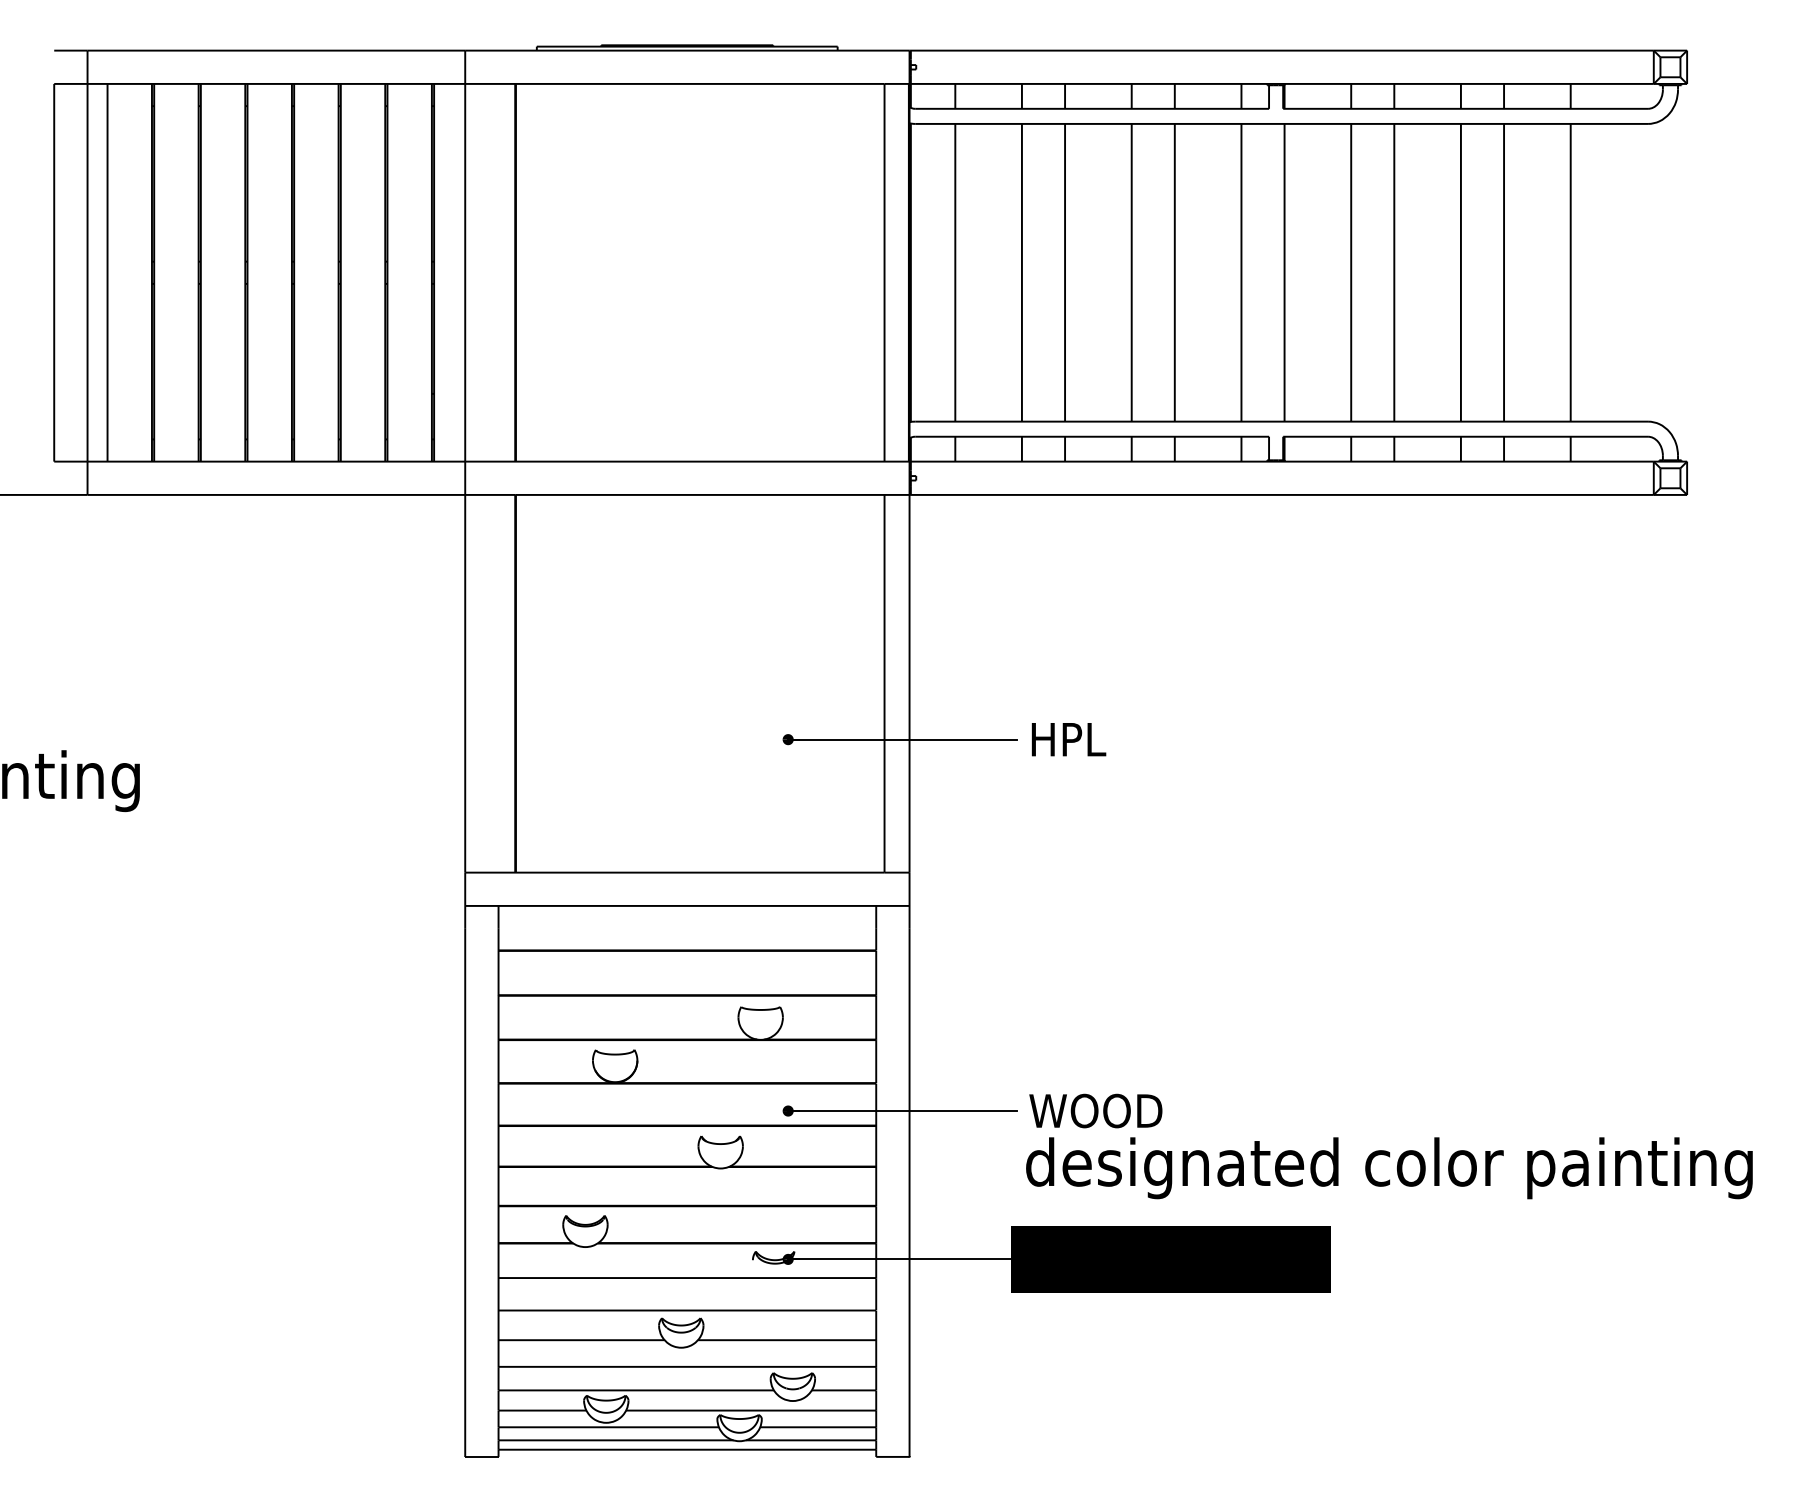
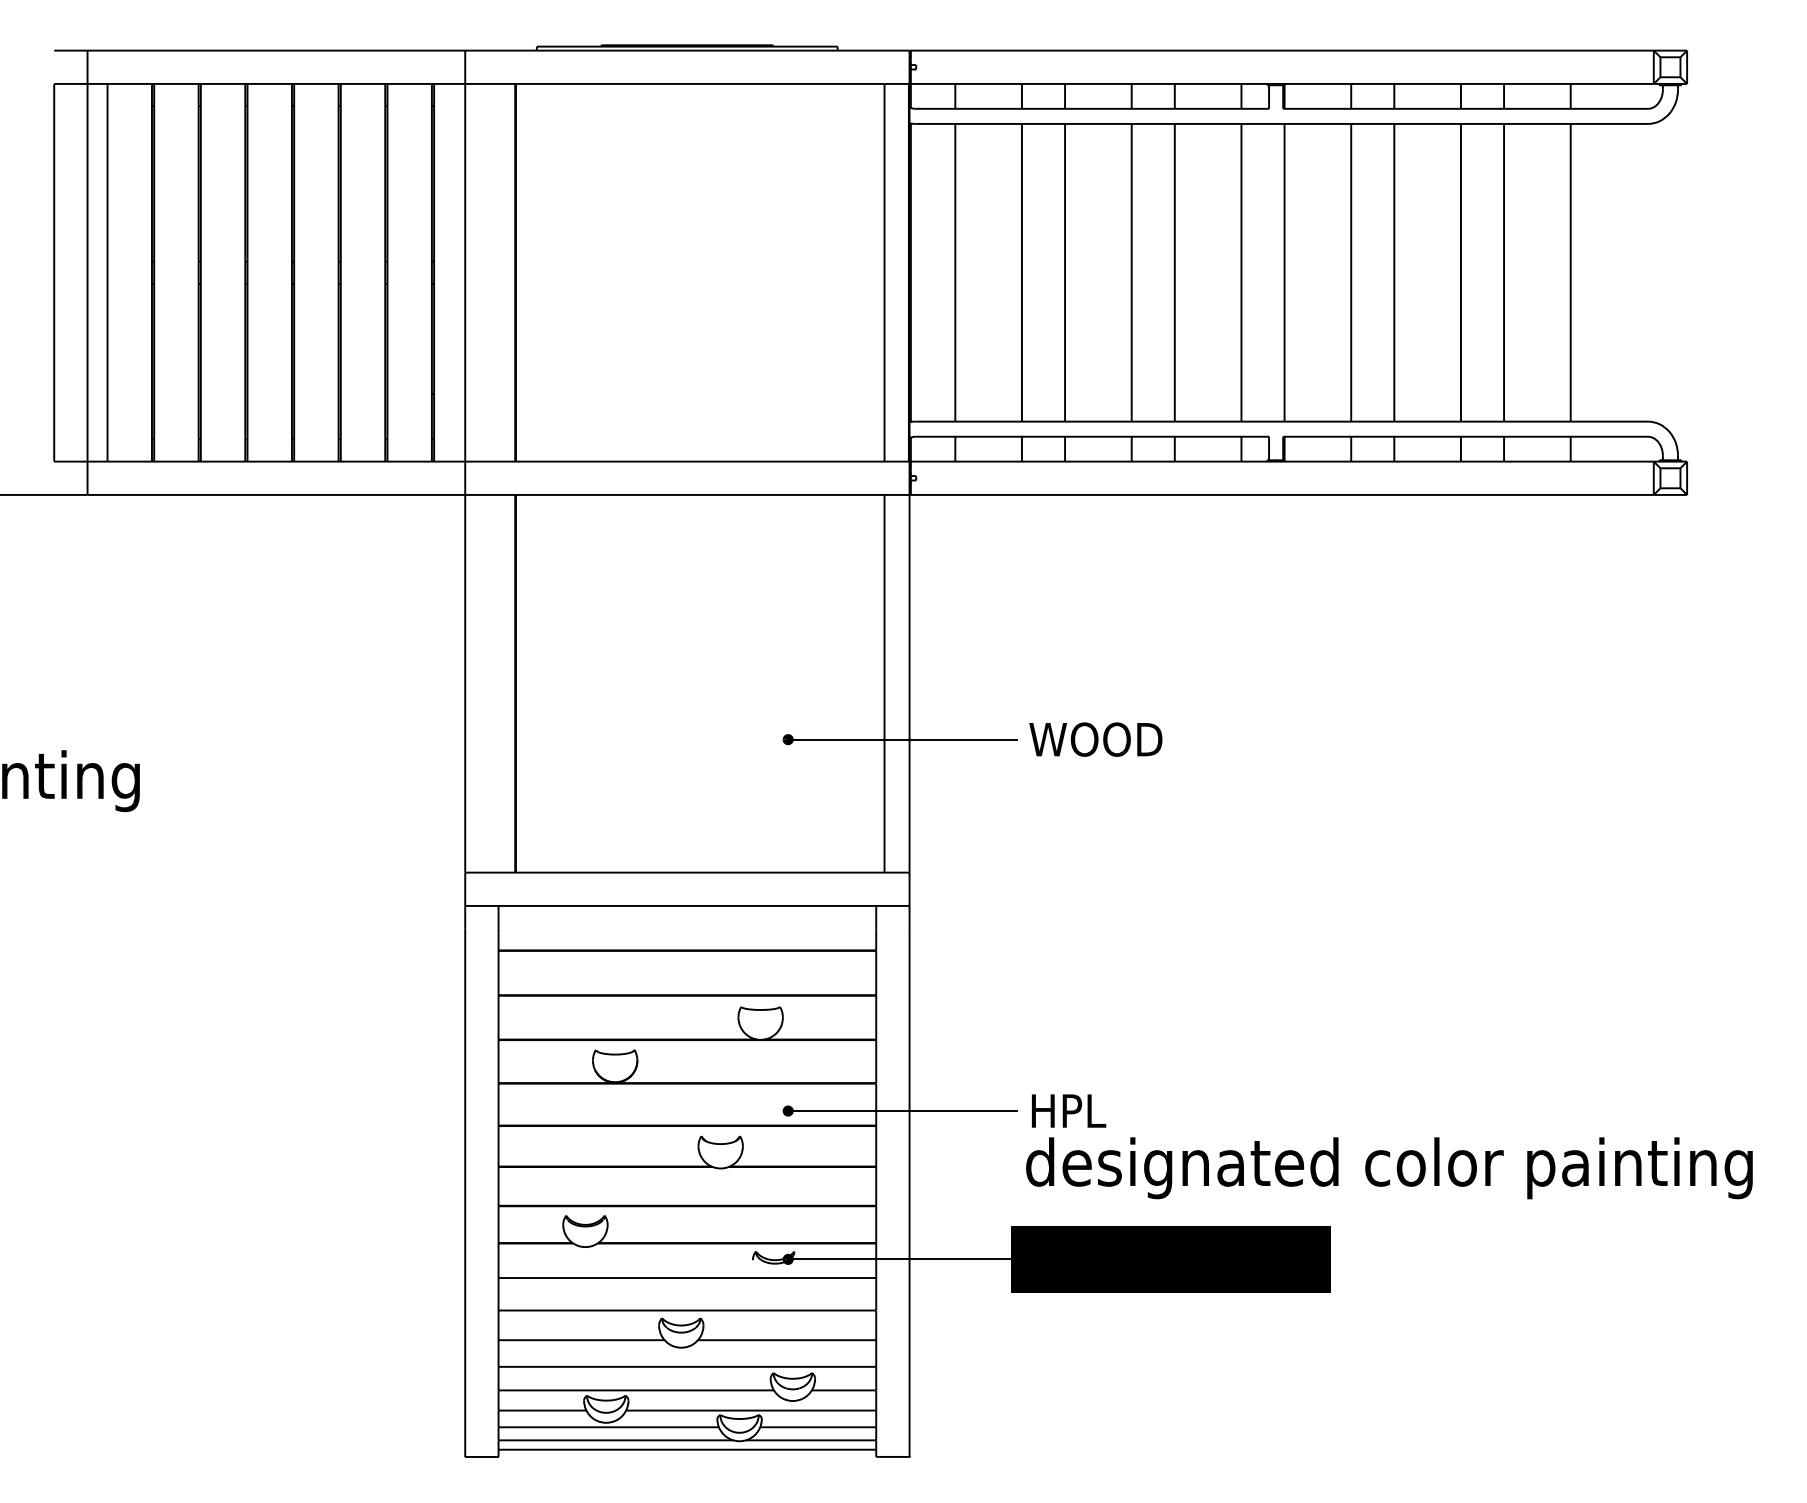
text at (1095, 739): HPL -> WOOD
text at (1095, 1110): WOOD -> HPL
